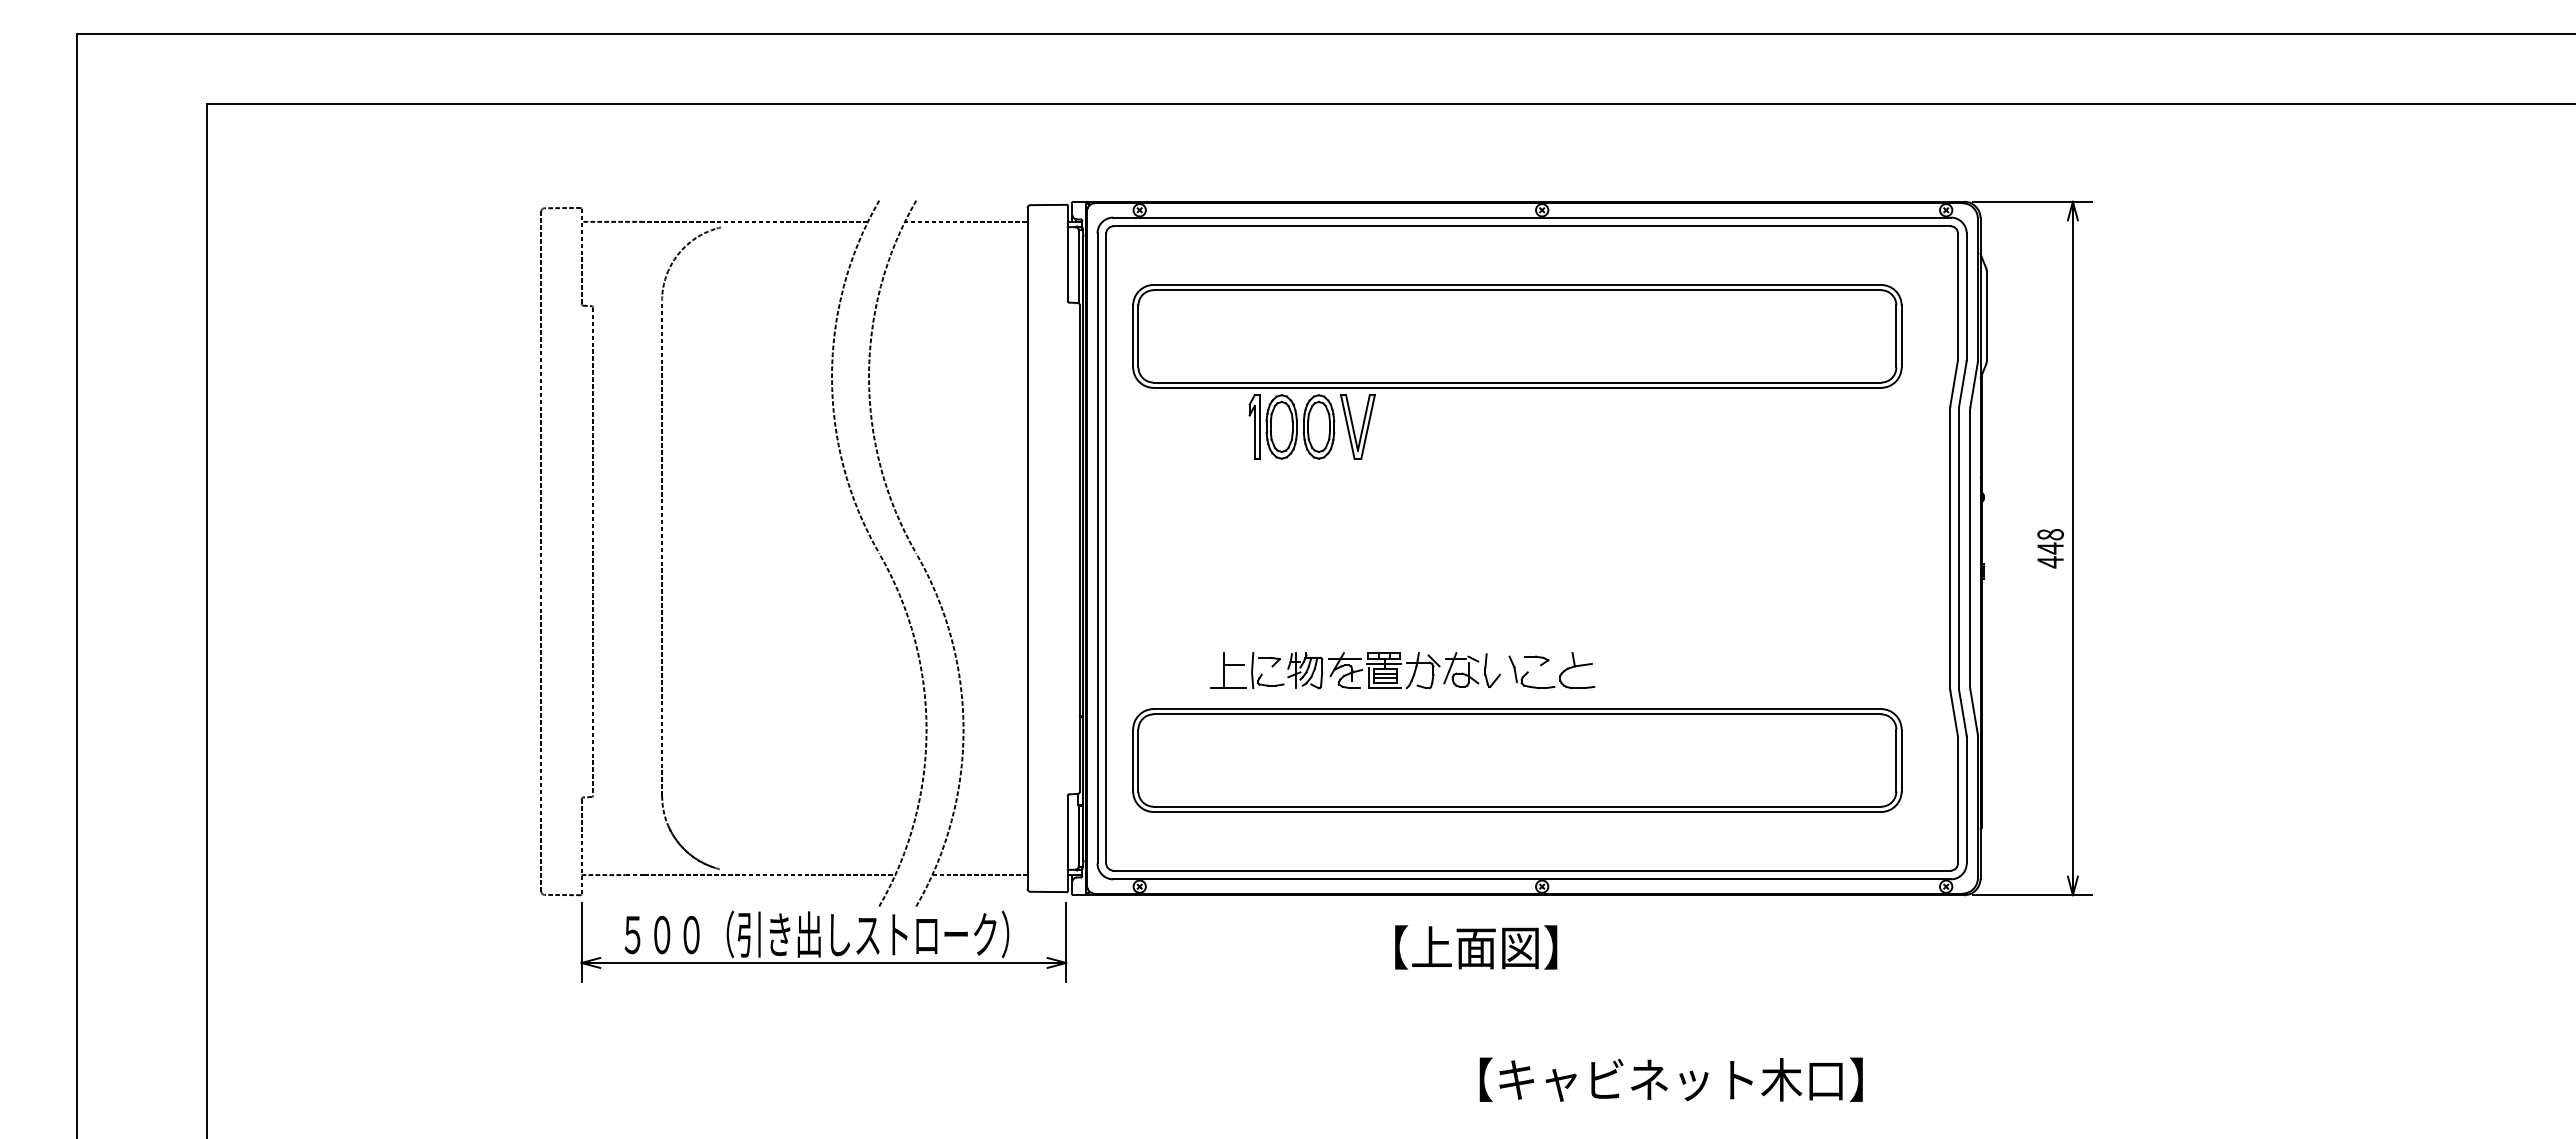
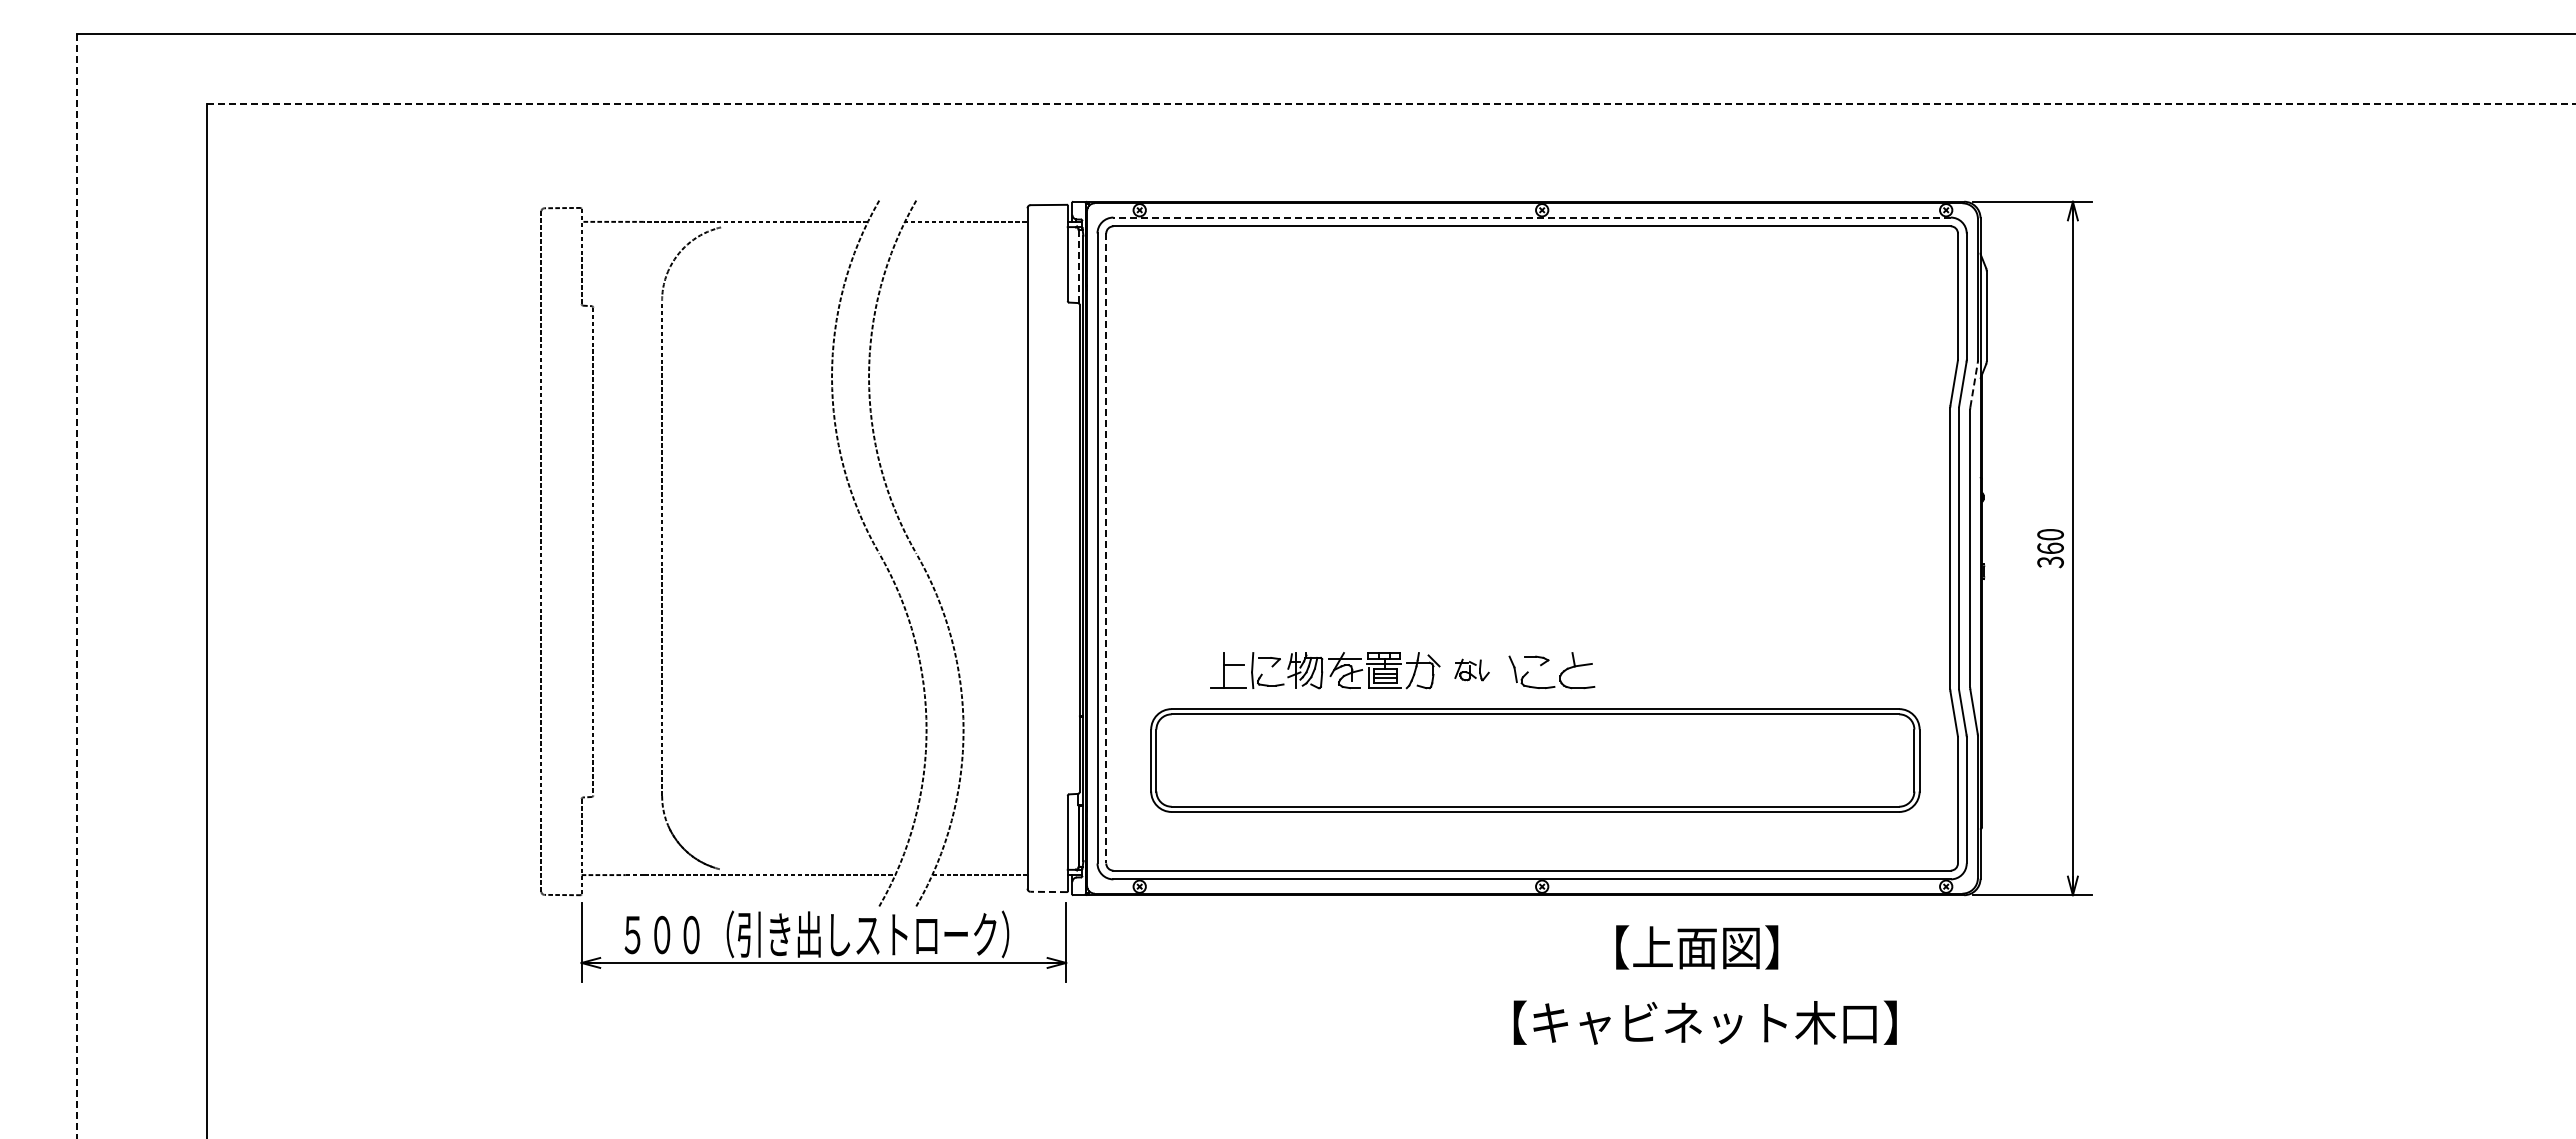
line at (1392, 103): solid -> dashed
line at (1532, 217): solid -> dashed
line at (1078, 266): solid -> dashed
part at (1517, 371): present -> none
line at (1974, 384): solid -> dashed
line at (1106, 548): solid -> dashed
text at (2050, 548): 448 -> 360
line at (77, 586): solid -> dashed
part at (1471, 669) size: 58x36 px -> 36x24 px
part at (1517, 760) position: (1517, 760) -> (1535, 760)
line at (1048, 891): solid -> dashed
text at (1476, 947) position: (1476, 947) -> (1697, 947)
text at (1670, 1079) position: (1670, 1079) -> (1704, 1022)
